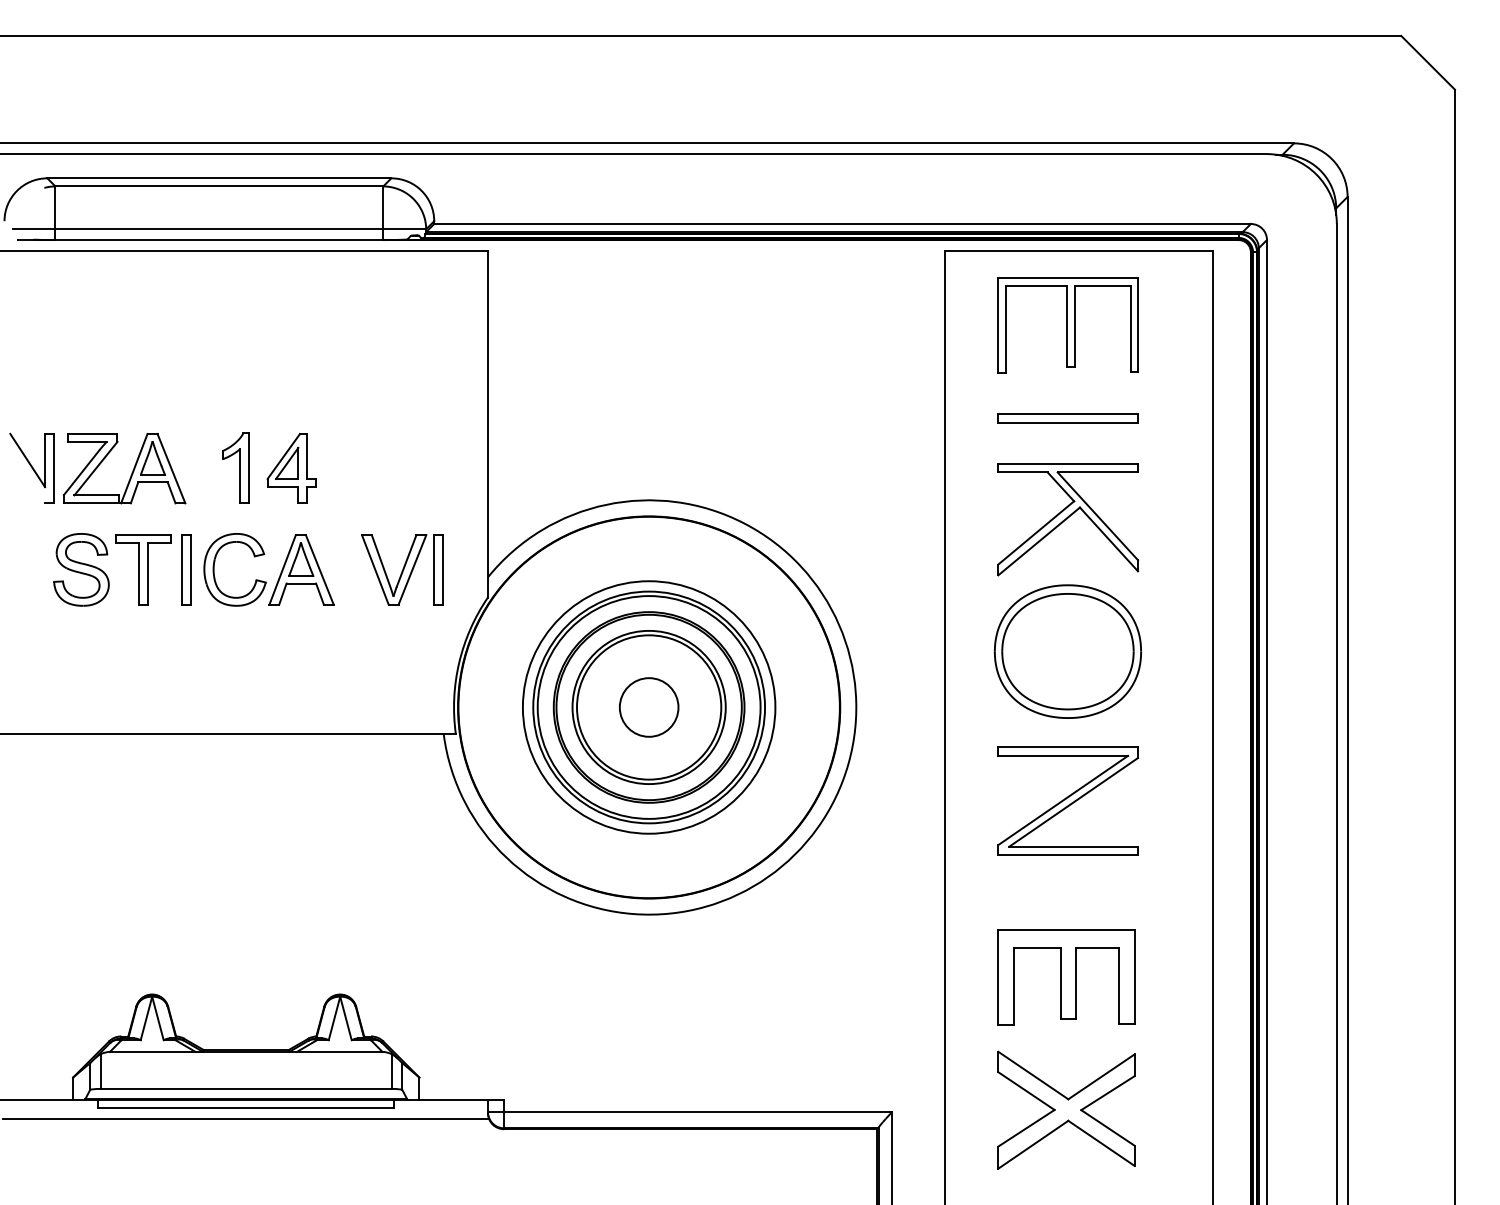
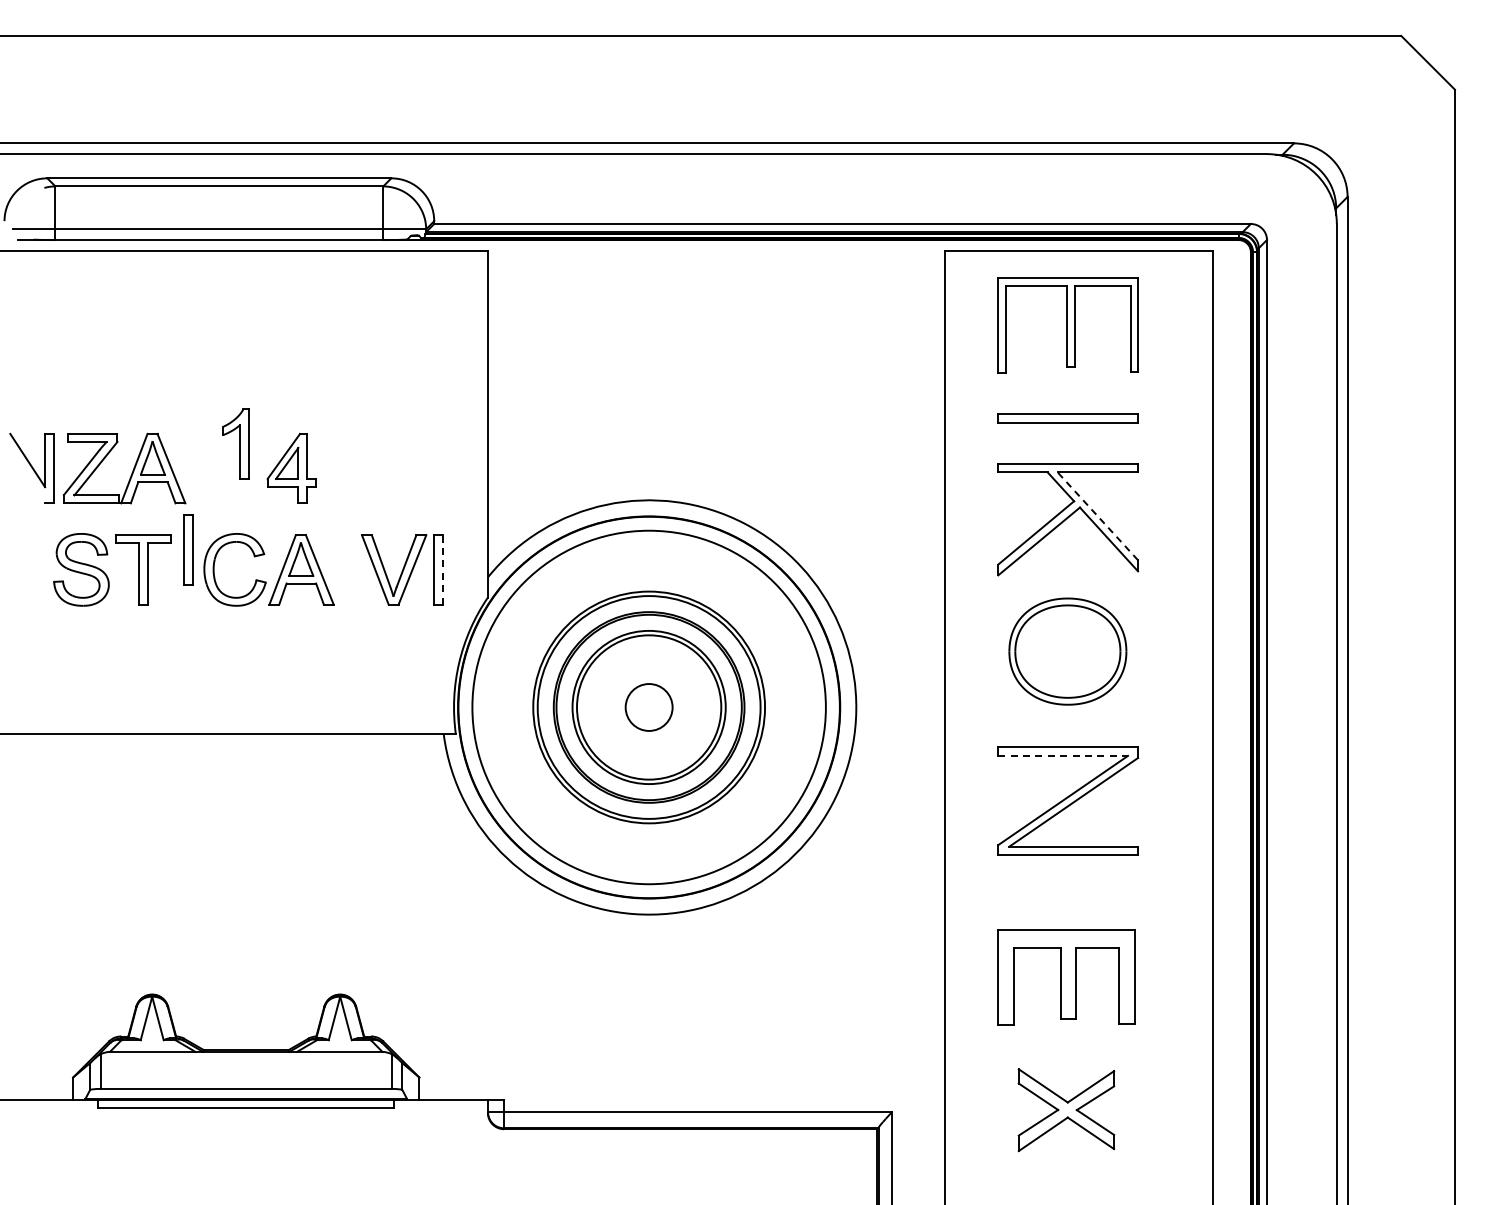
part at (235, 467) position: (235, 467) -> (235, 443)
line at (1097, 516): solid -> dashed
part at (186, 569) position: (186, 569) -> (188, 549)
line at (443, 569): solid -> dashed
part at (1067, 651) size: 149x135 px -> 120x109 px
circle at (648, 707) diameter: 252 px -> 353 px
circle at (648, 707) diameter: 59 px -> 47 px
line at (1063, 755): solid -> dashed
part at (1066, 1109) size: 139x120 px -> 99x85 px
line at (246, 1119): present -> none
